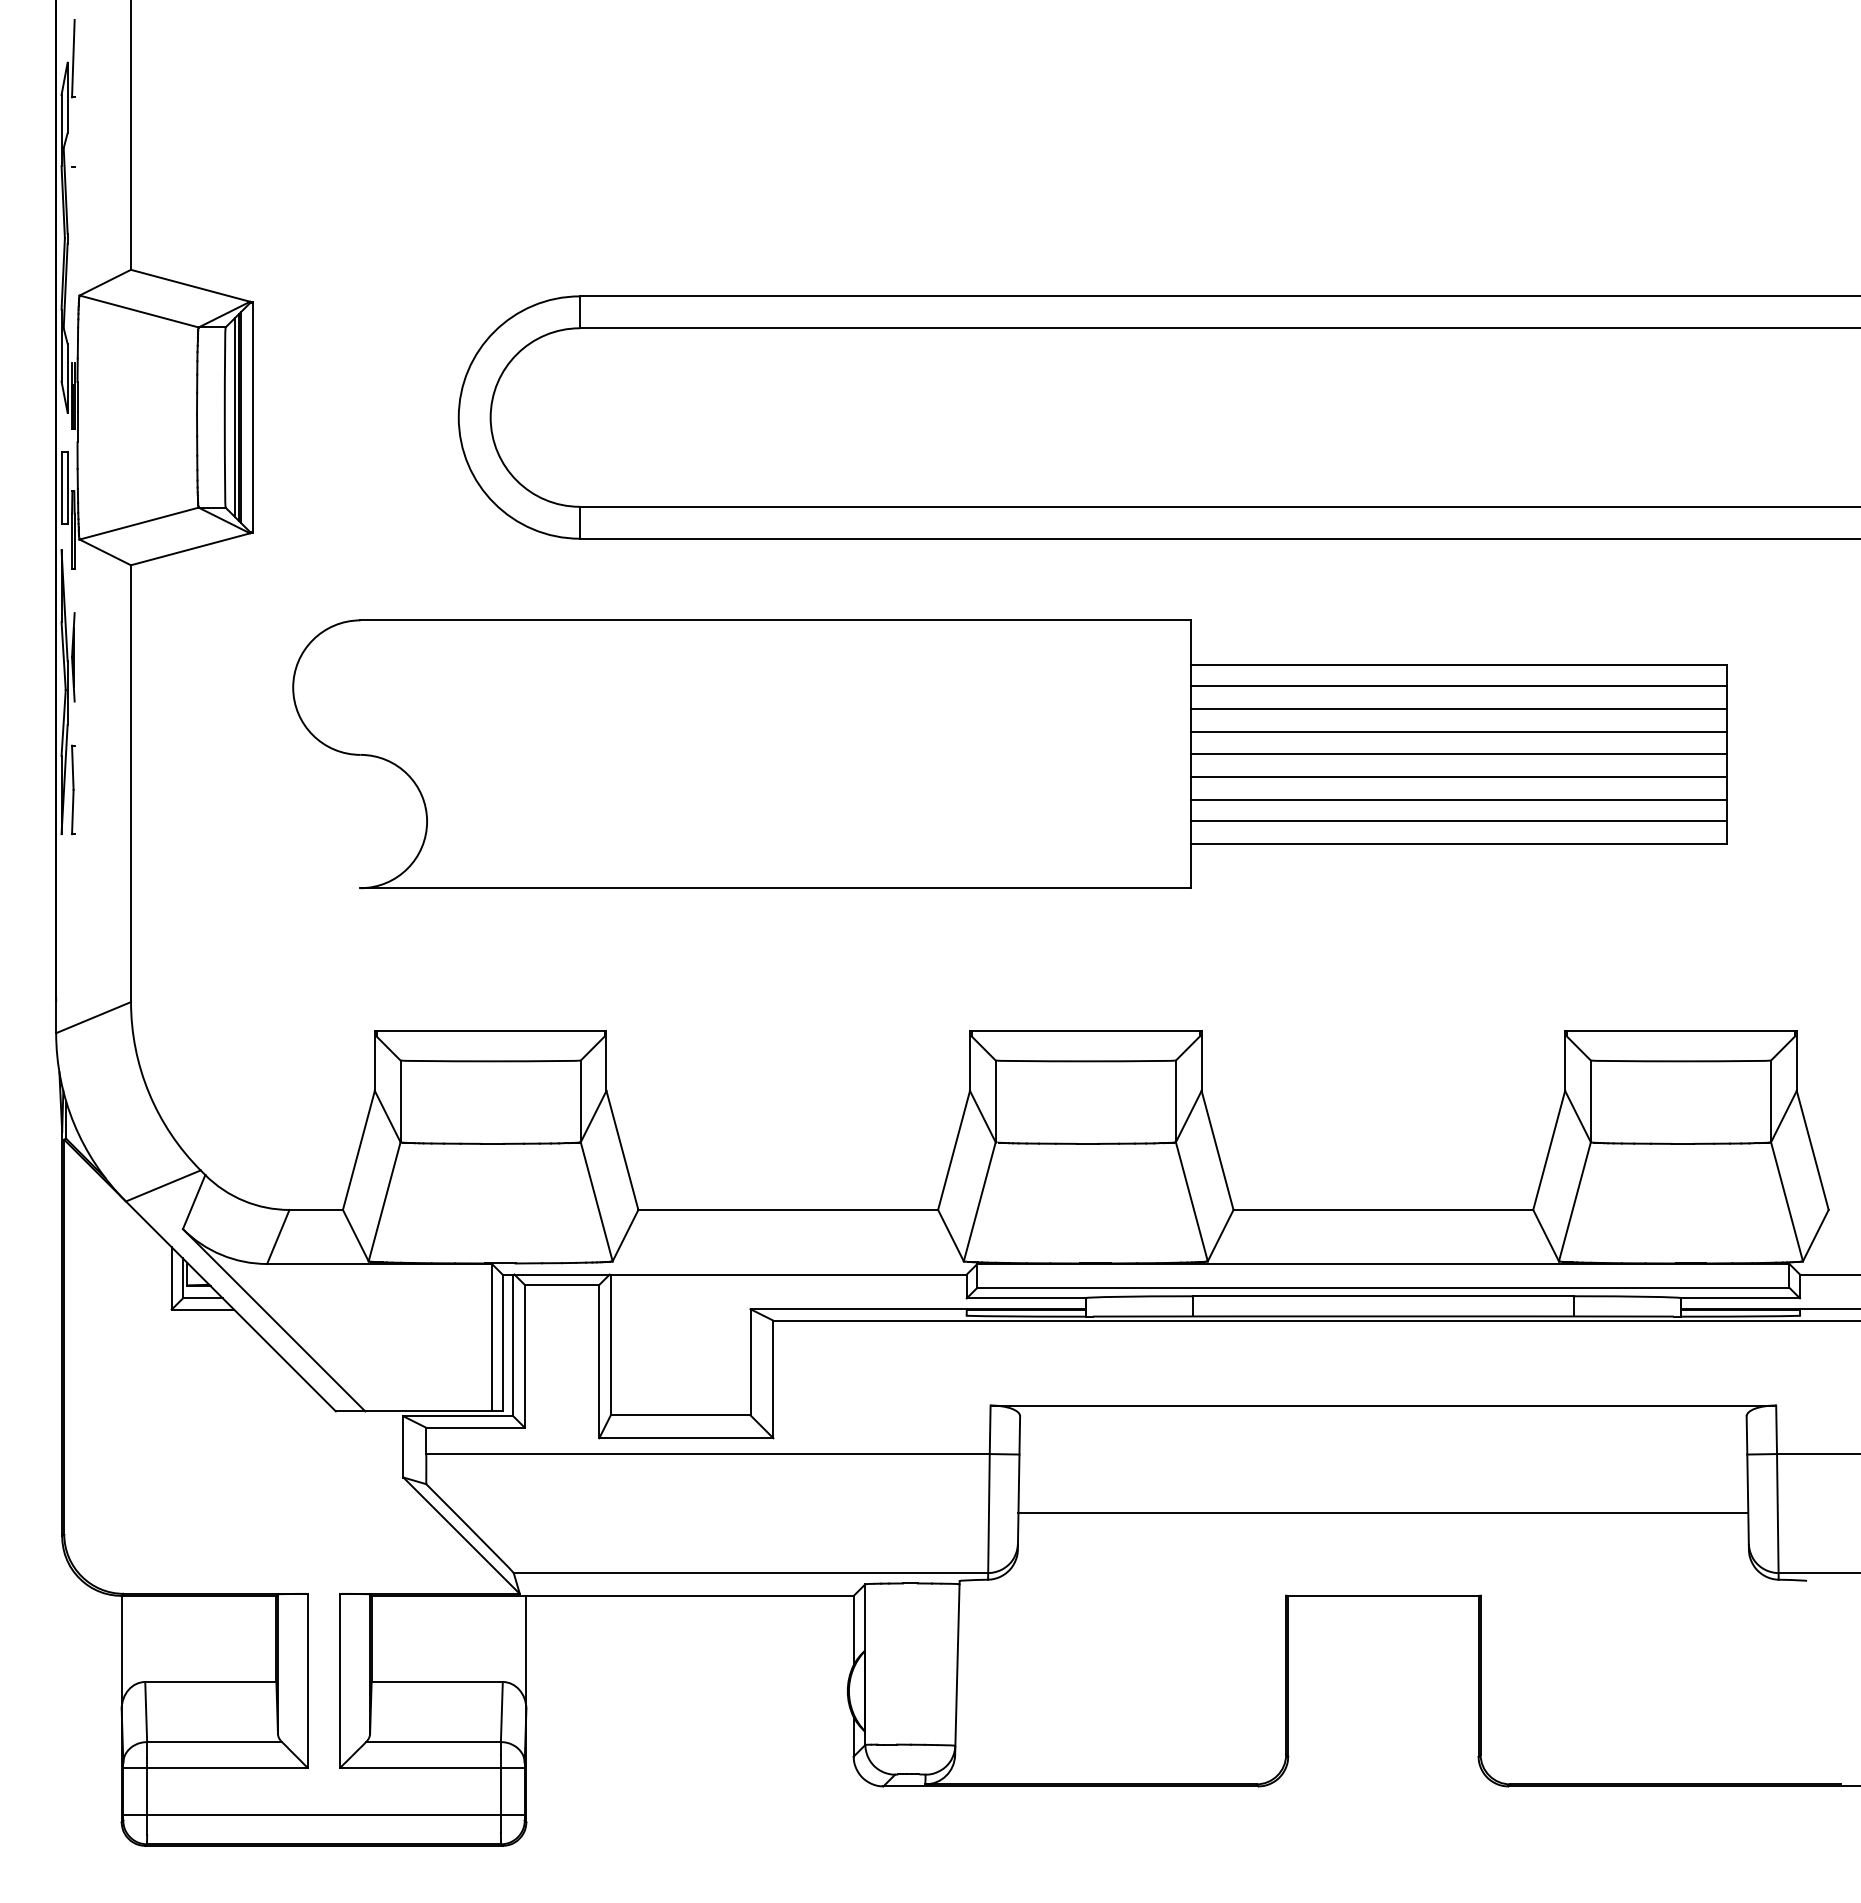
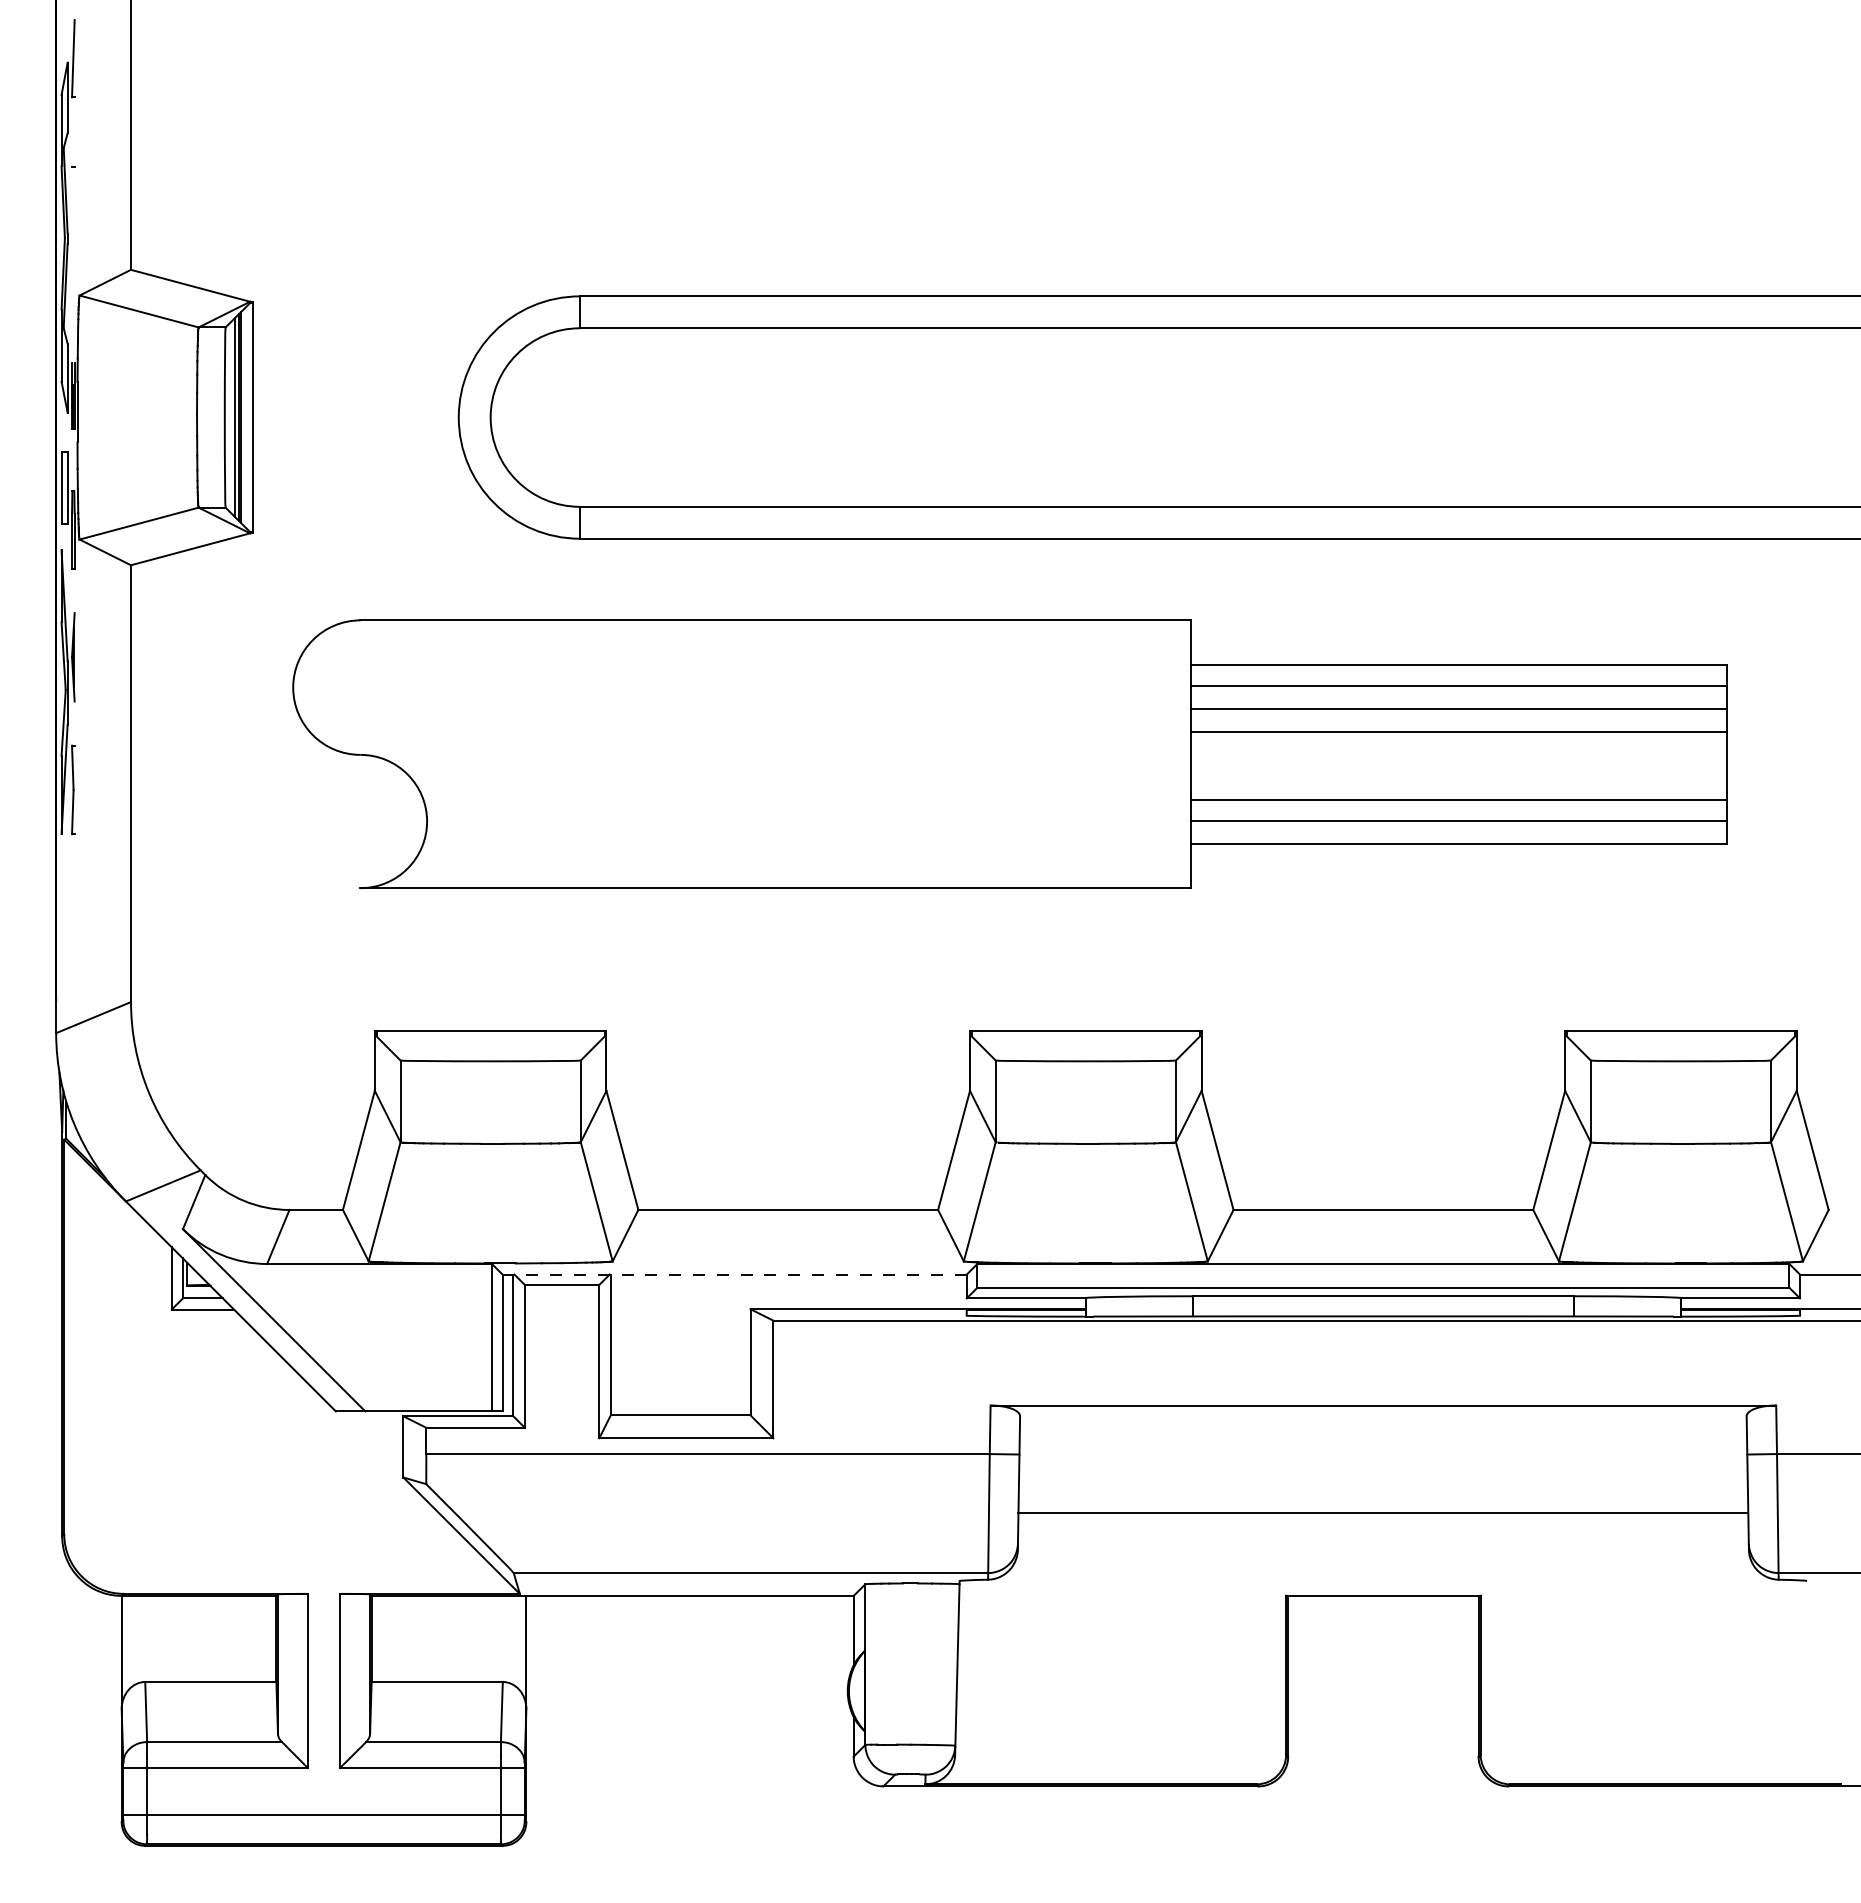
line at (1458, 754): present -> none
line at (1458, 776): present -> none
line at (735, 1274): solid -> dashed
